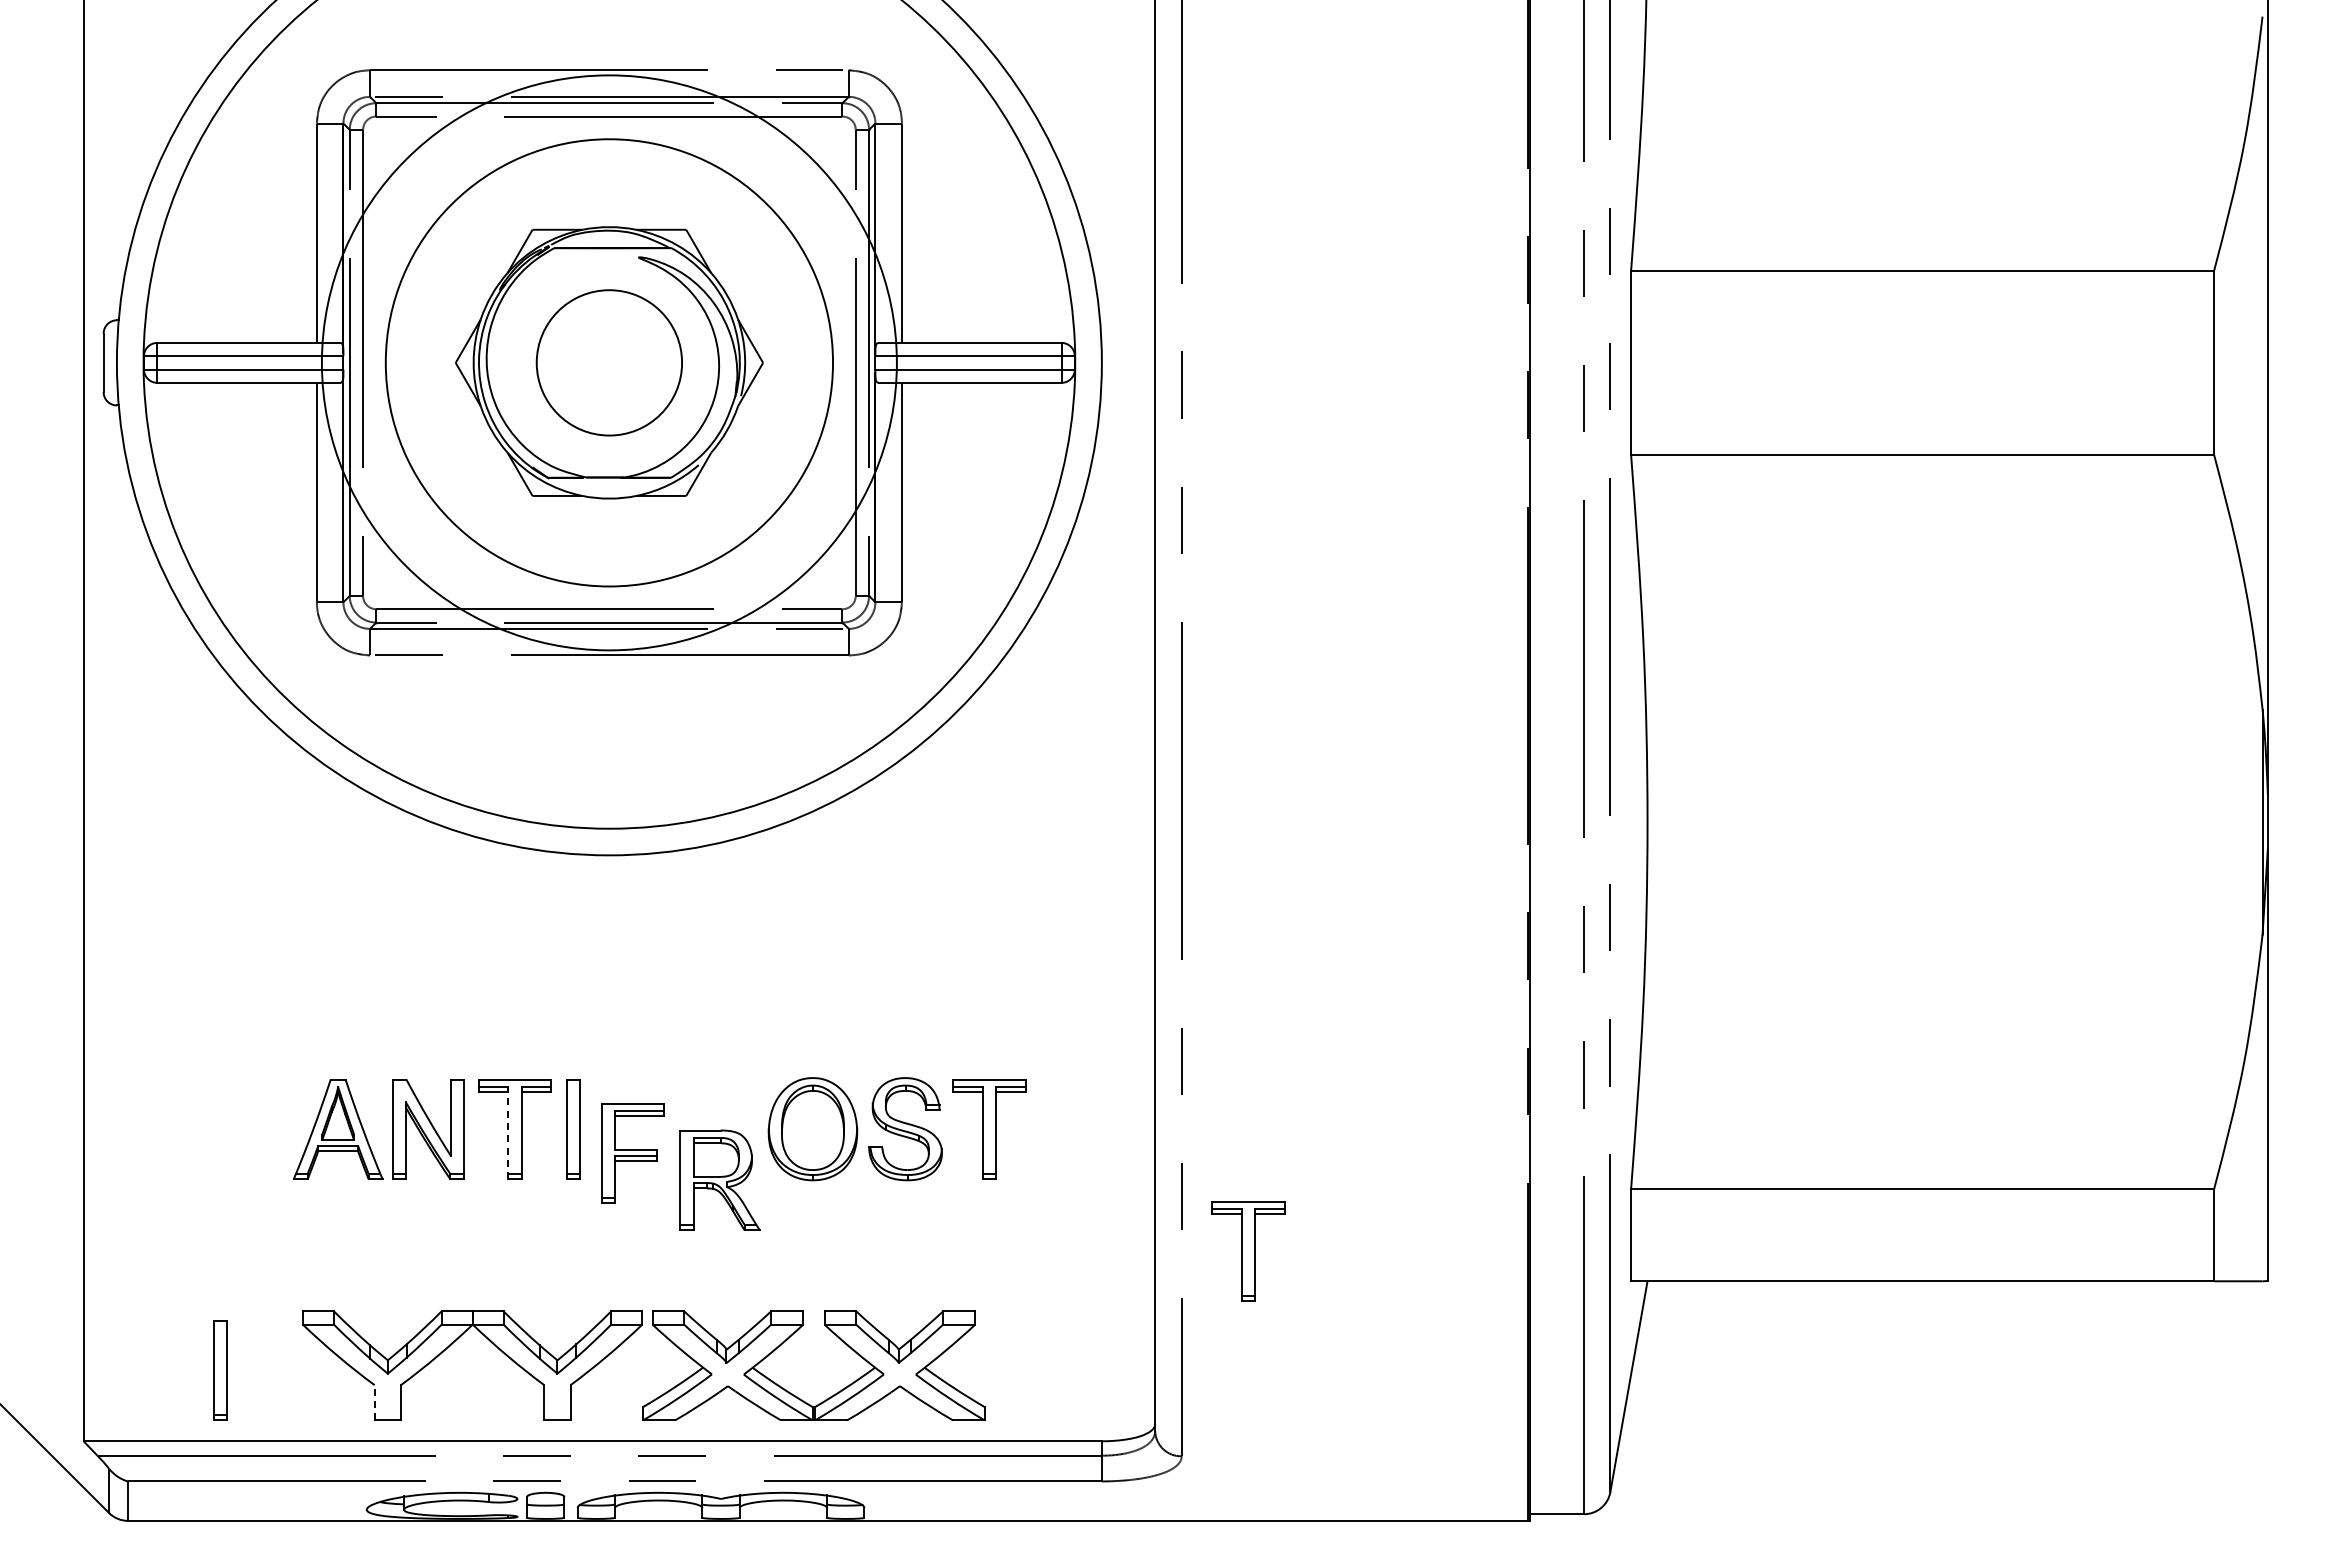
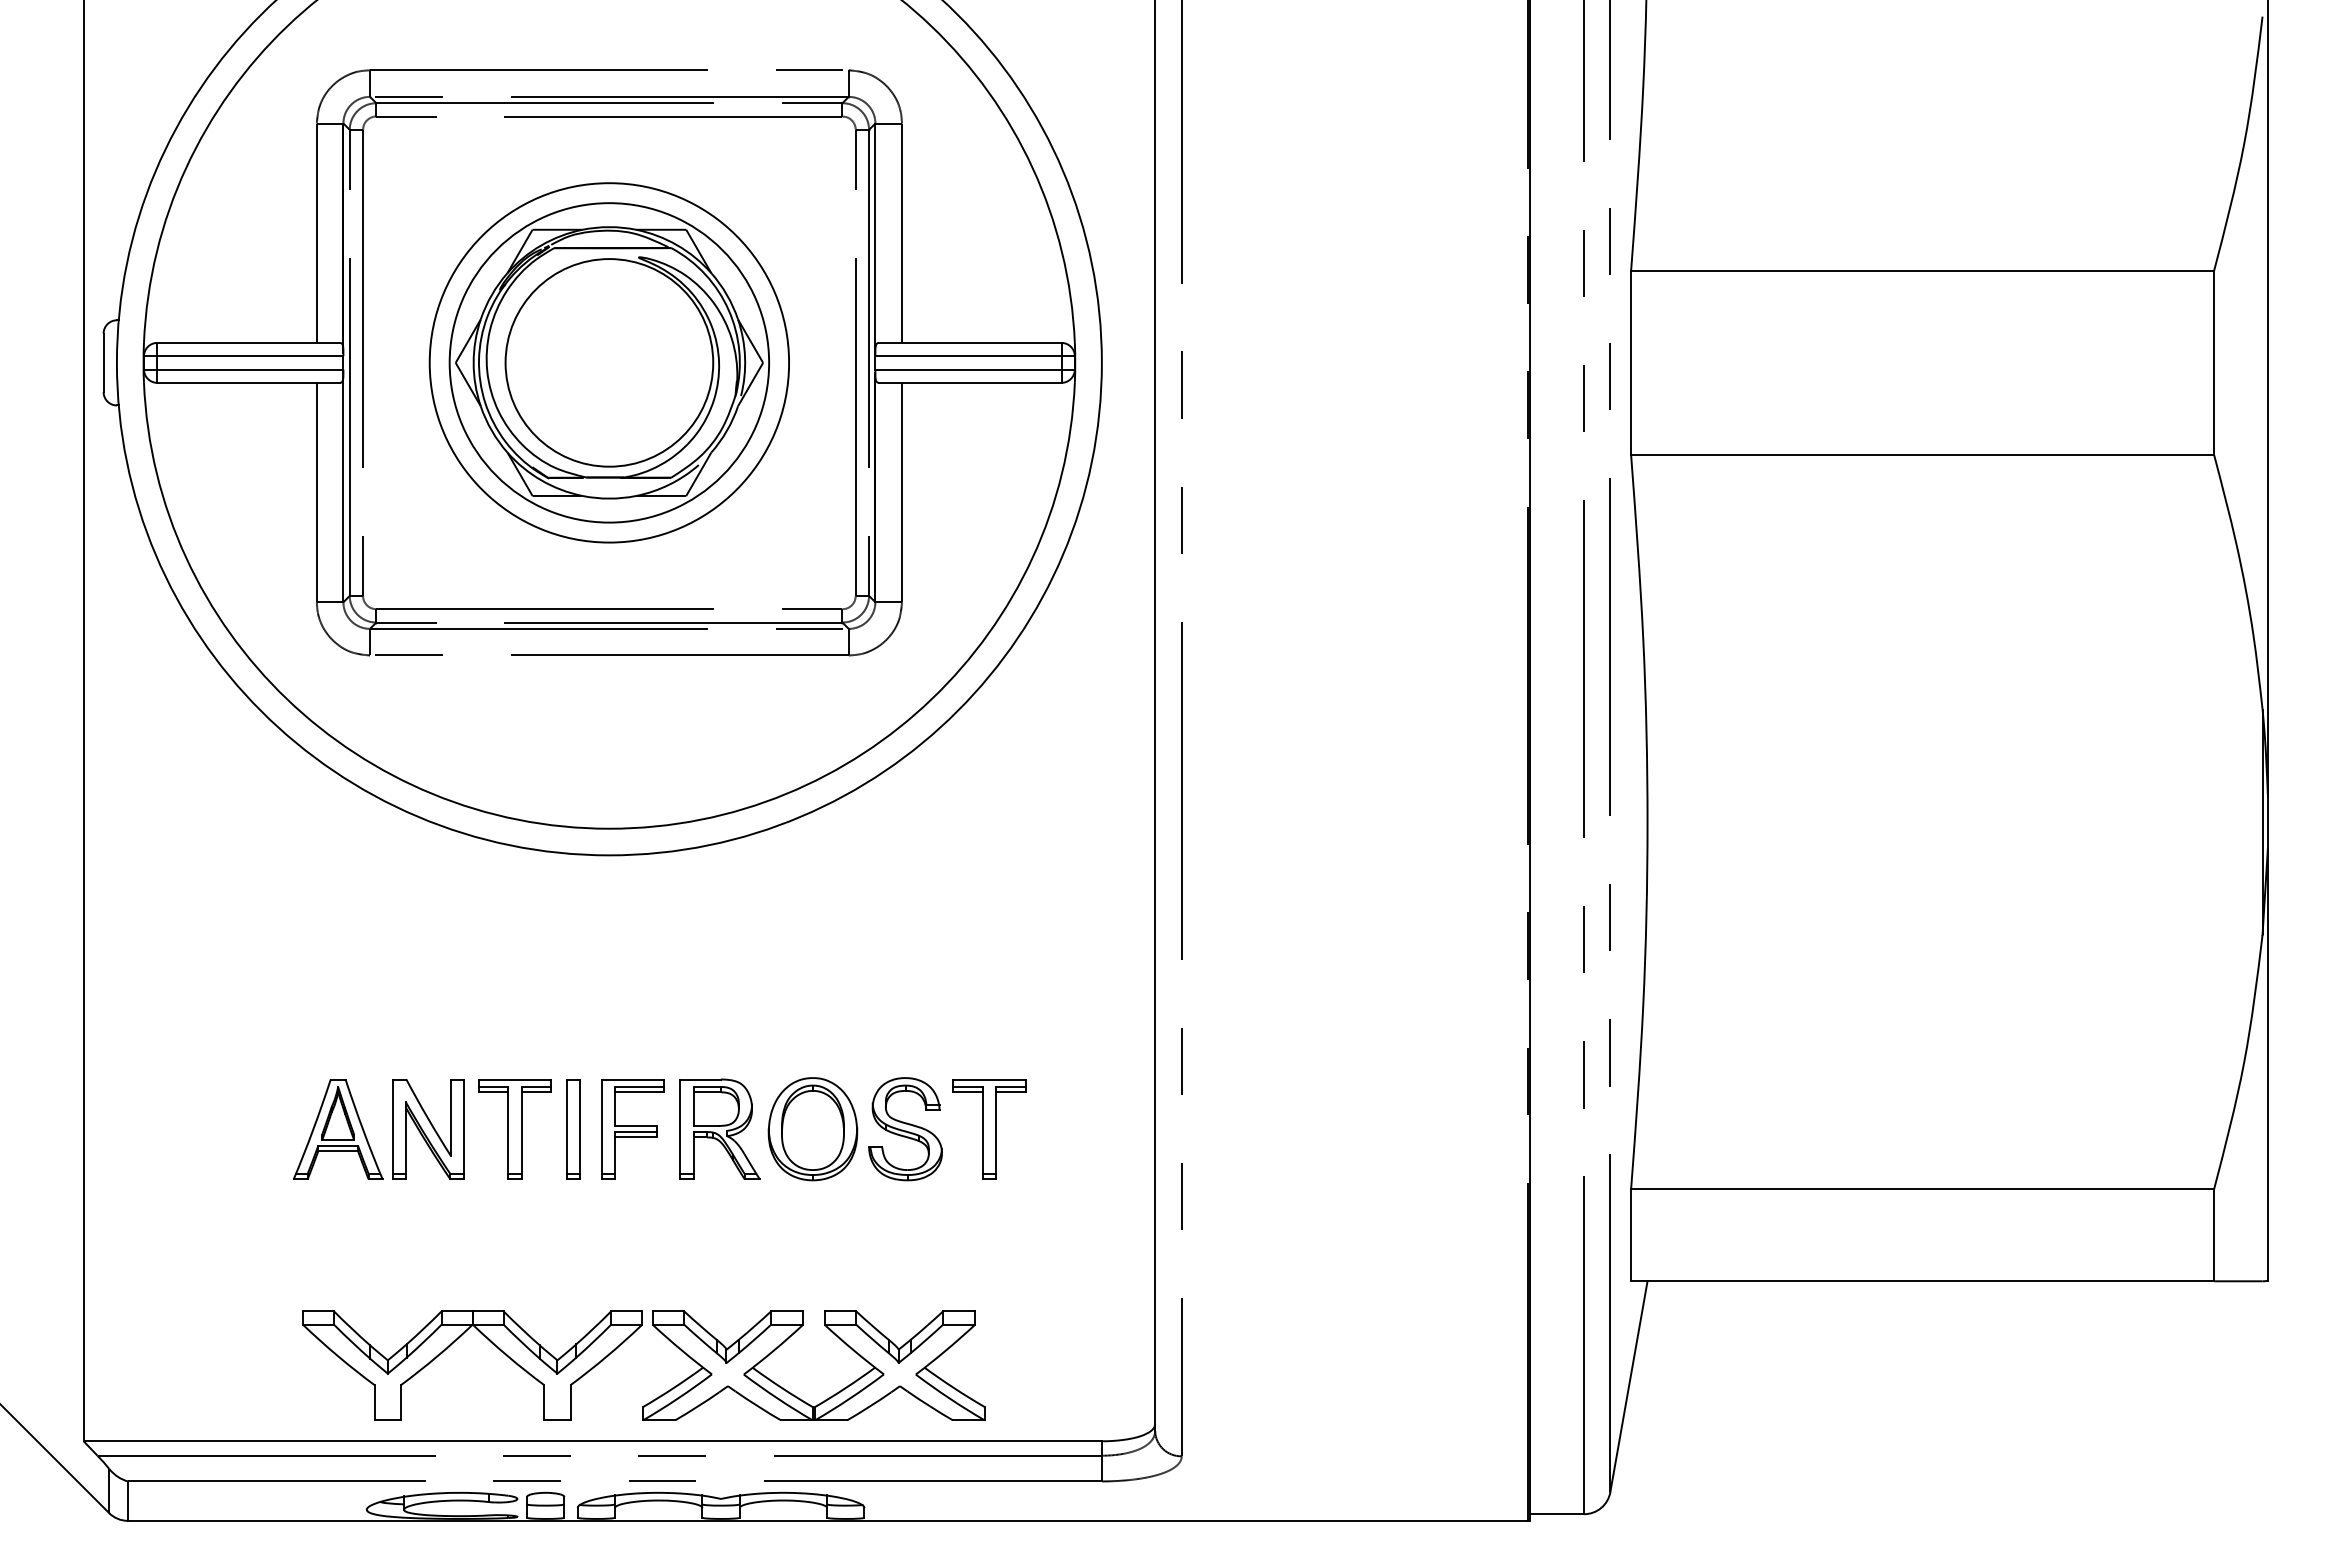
circle at (608, 362) diameter: 575 px -> 359 px
circle at (609, 362) diameter: 145 px -> 208 px
circle at (609, 362) diameter: 447 px -> 319 px
line at (508, 1135): dashed -> solid
part at (632, 1153) position: (632, 1153) -> (632, 1129)
part at (719, 1179) position: (719, 1179) -> (719, 1128)
part at (1248, 1251): present -> none
part at (220, 1370): present -> none
line at (374, 1402): dashed -> solid
